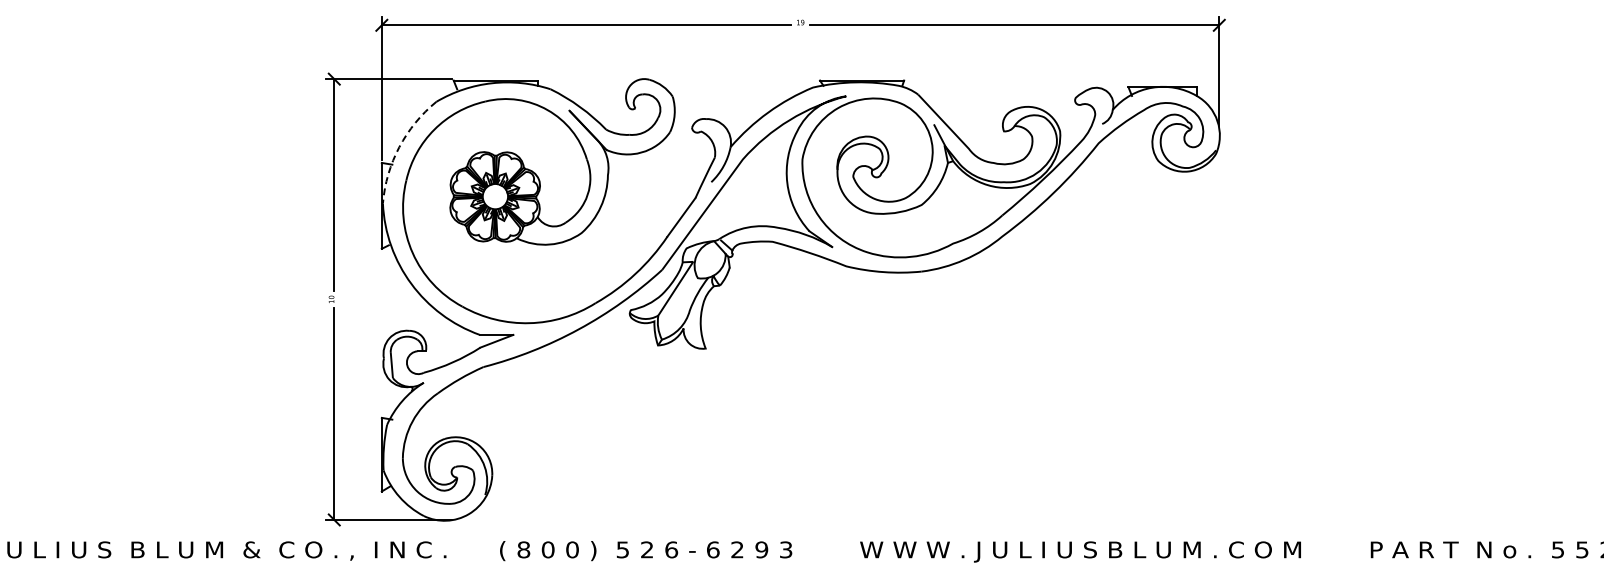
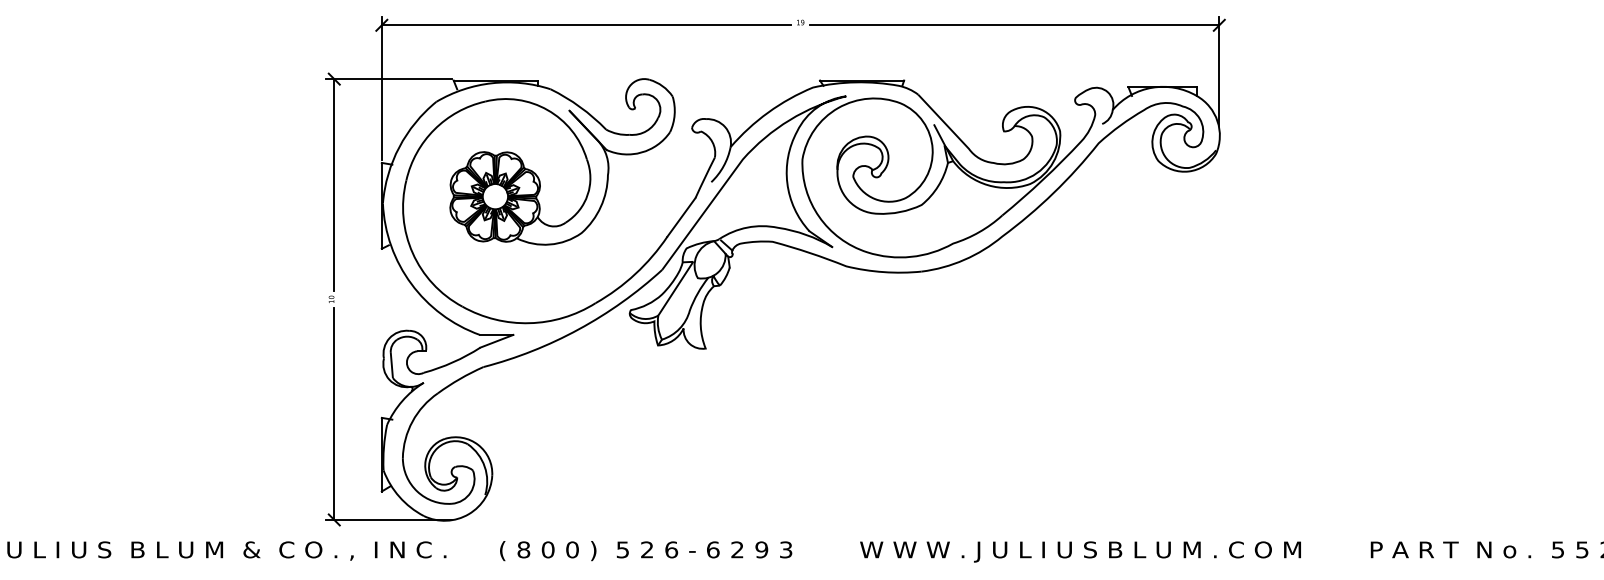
arc at (399, 147): dashed -> solid
